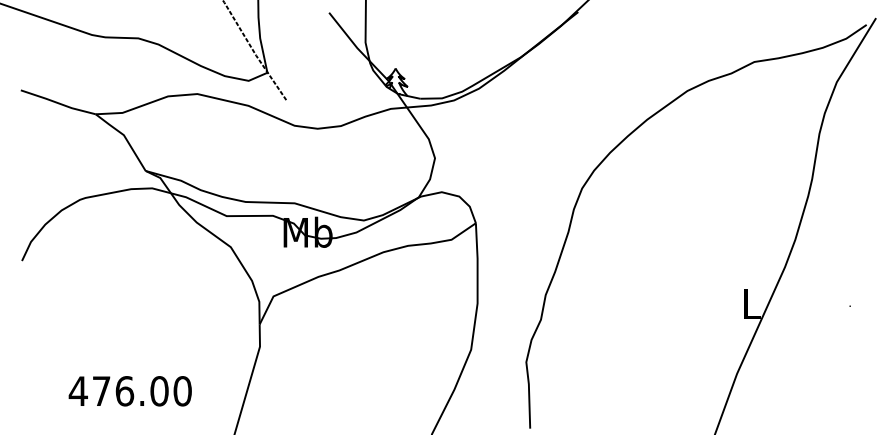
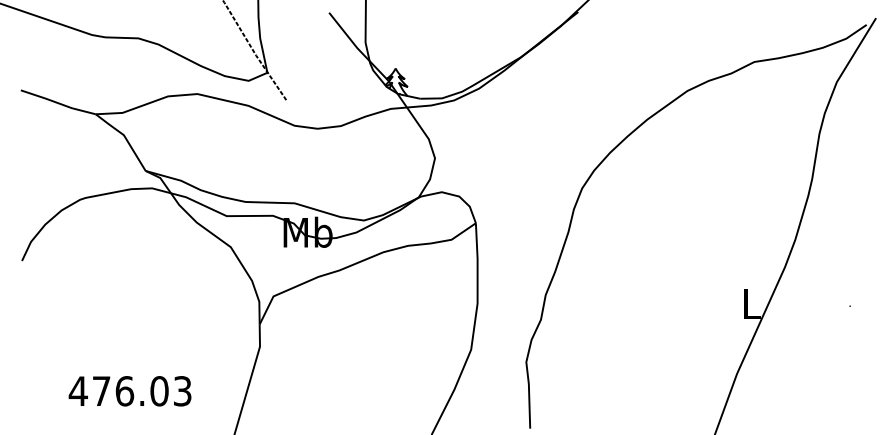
text at (182, 391): 476.00 -> 476.03
